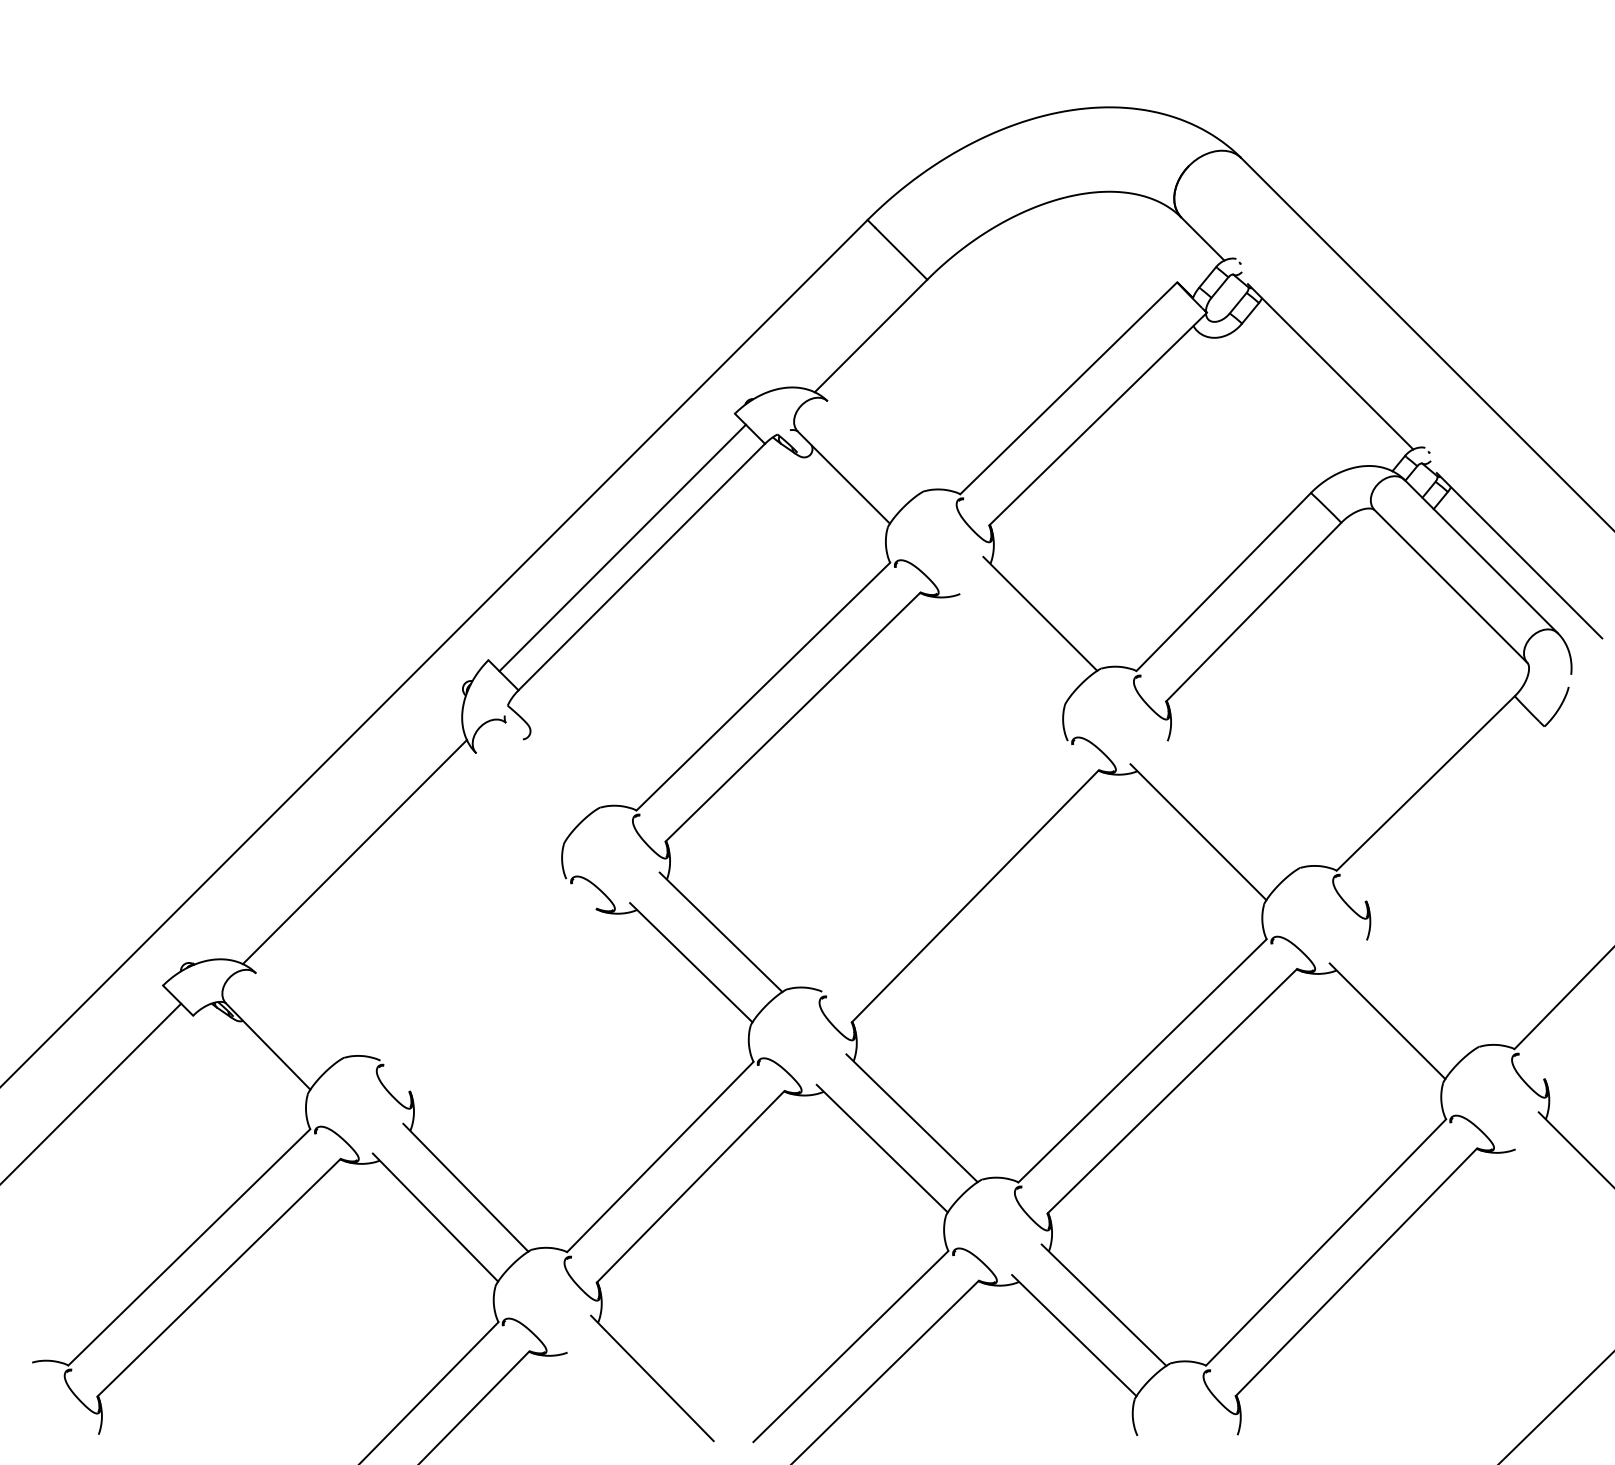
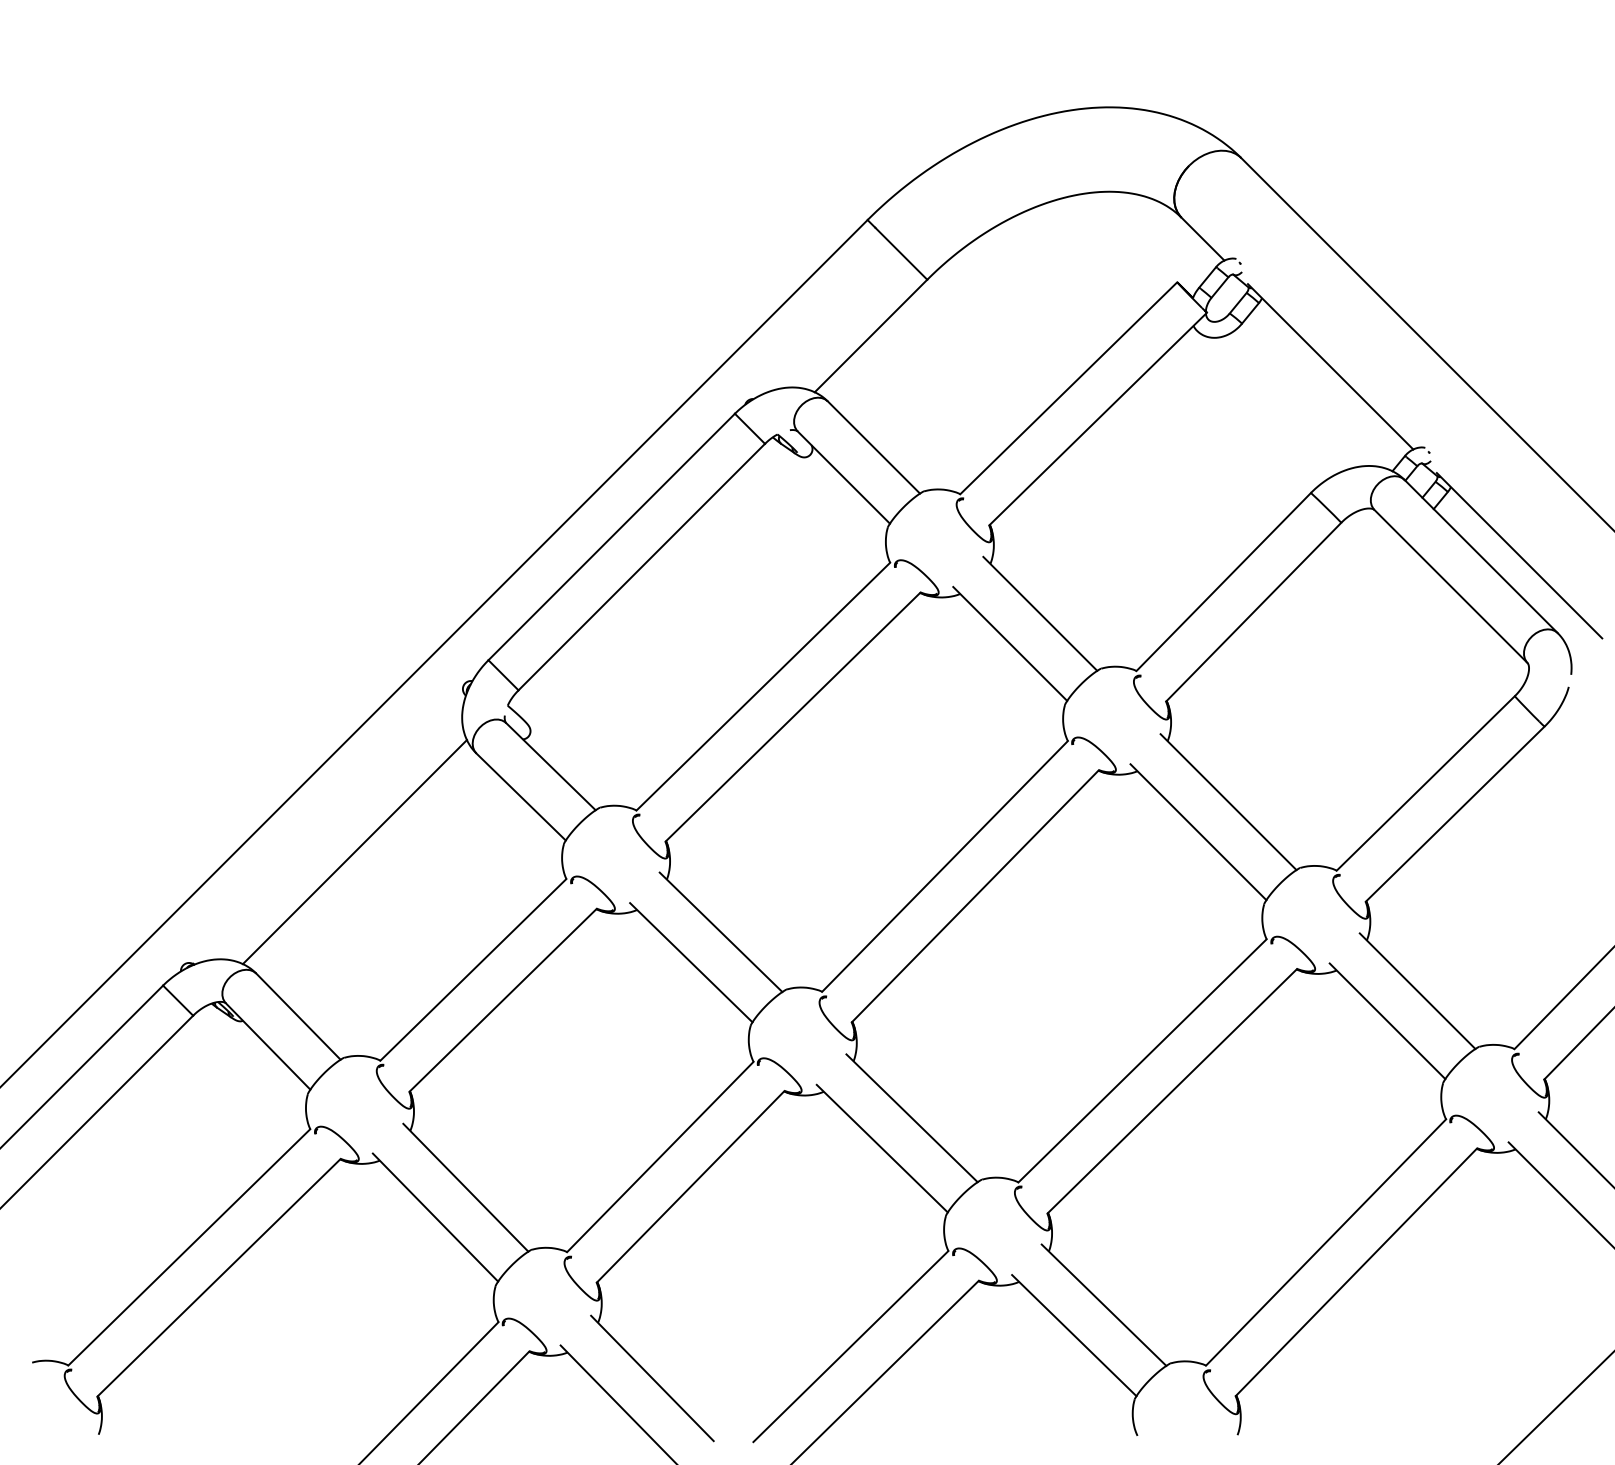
line at (873, 447): none -> present
line at (622, 547) position: (622, 547) -> (611, 536)
line at (1010, 643): none -> present
line at (550, 766): none -> present
line at (520, 796): none -> present
line at (1228, 802): none -> present
line at (1455, 813): none -> present
line at (944, 866): none -> present
line at (473, 969): none -> present
line at (1417, 990): none -> present
line at (503, 1000): none -> present
line at (298, 1016): none -> present
line at (1577, 1044): none -> present
line at (82, 1065): none -> present
line at (91, 1092) position: (91, 1092) -> (97, 1110)
line at (1559, 1193): none -> present
line at (617, 1403): none -> present
